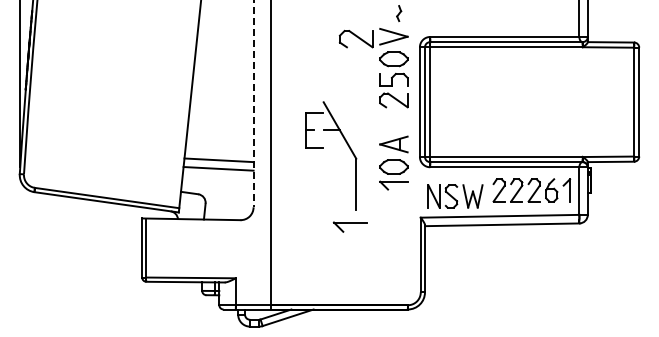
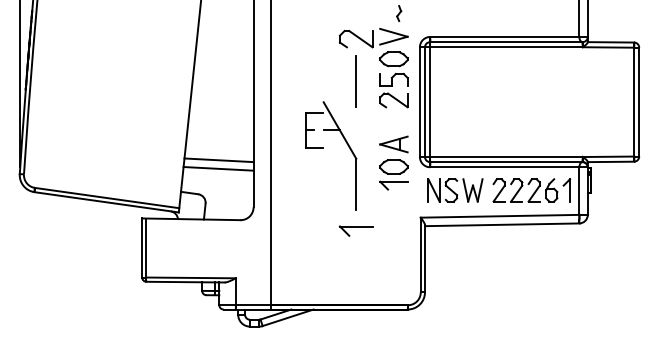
line at (356, 81): none -> present
line at (253, 104): dashed -> solid
part at (455, 196) position: (455, 196) -> (455, 190)
part at (349, 226) position: (349, 226) -> (355, 230)
